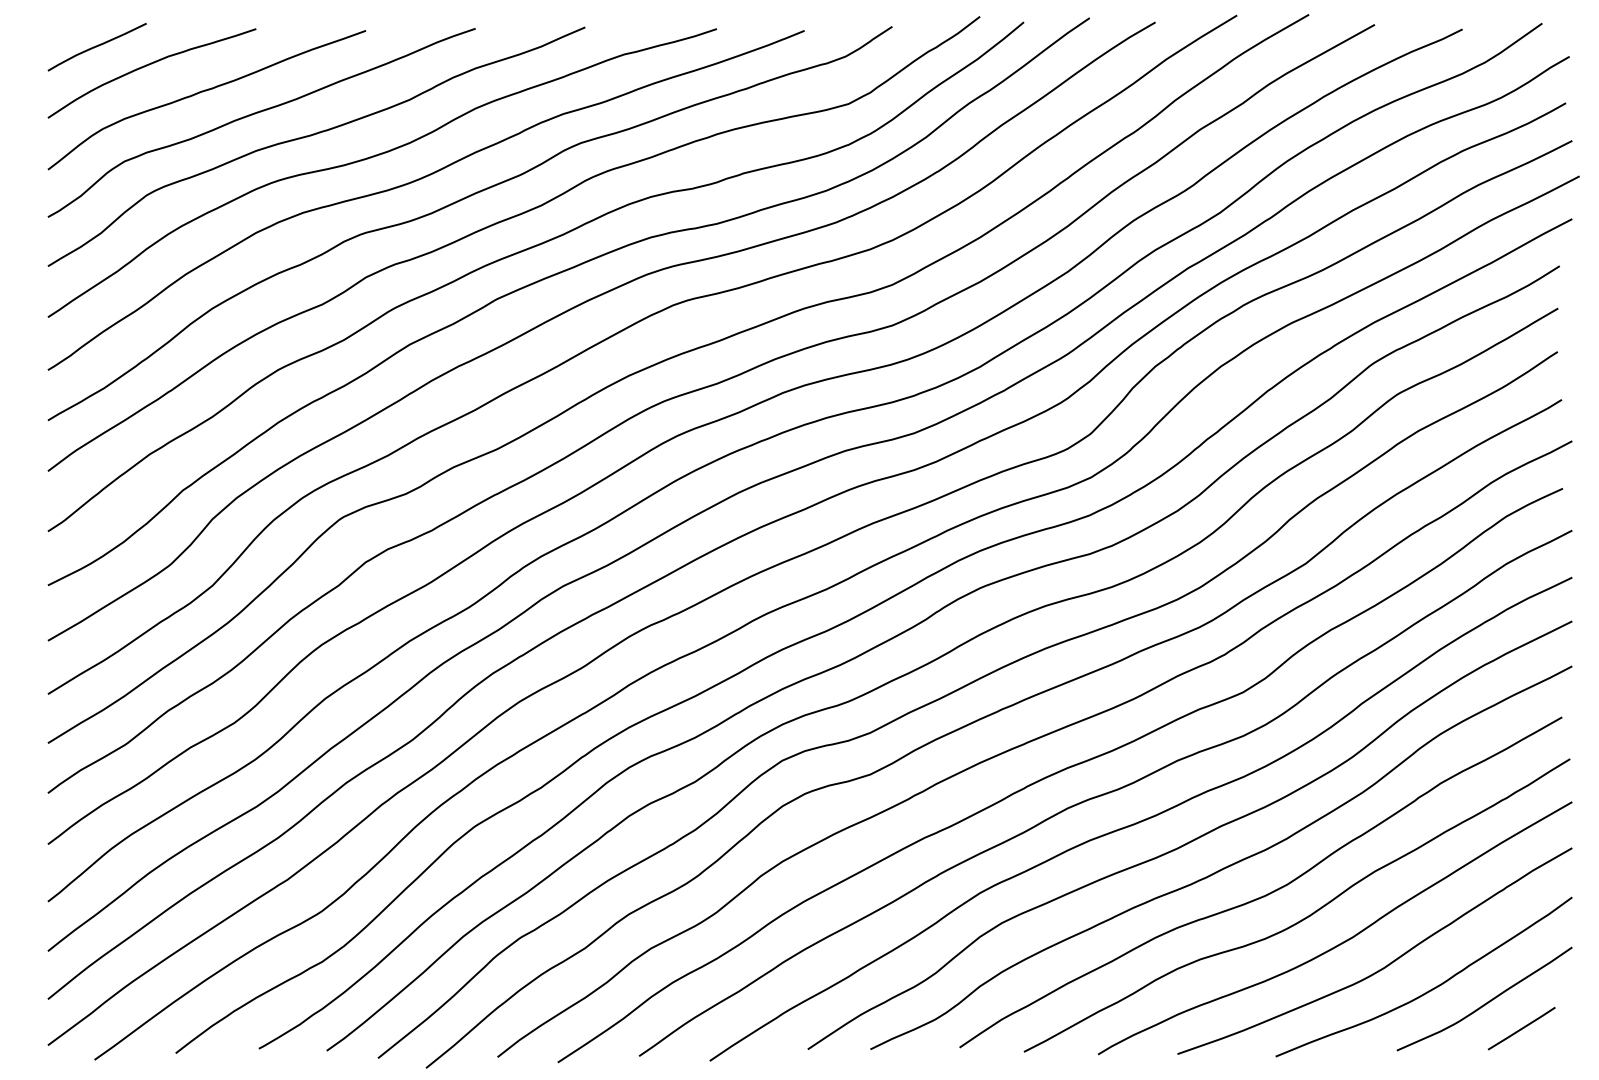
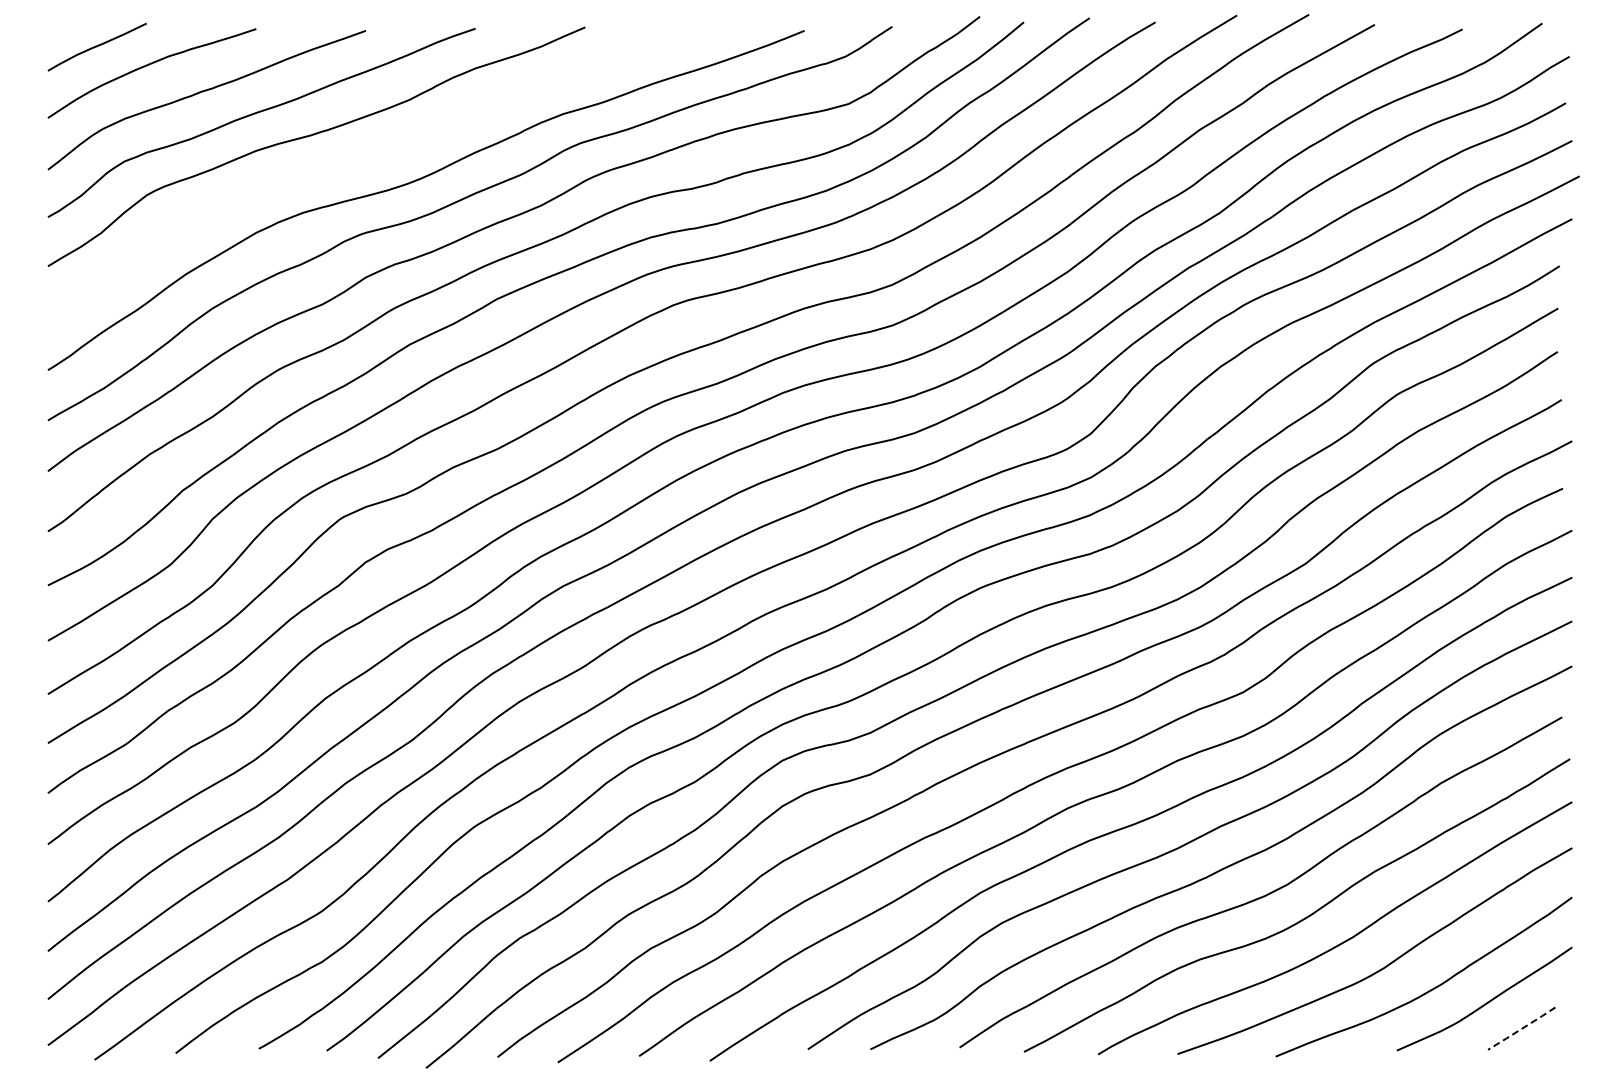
curve at (377, 156): present -> none
line at (1521, 1029): solid -> dashed
